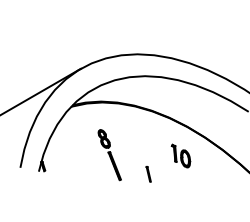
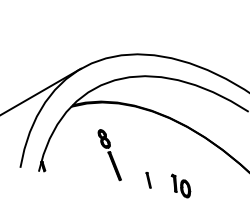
part at (180, 155) position: (180, 155) -> (180, 185)
line at (148, 174) position: (148, 174) -> (148, 180)
